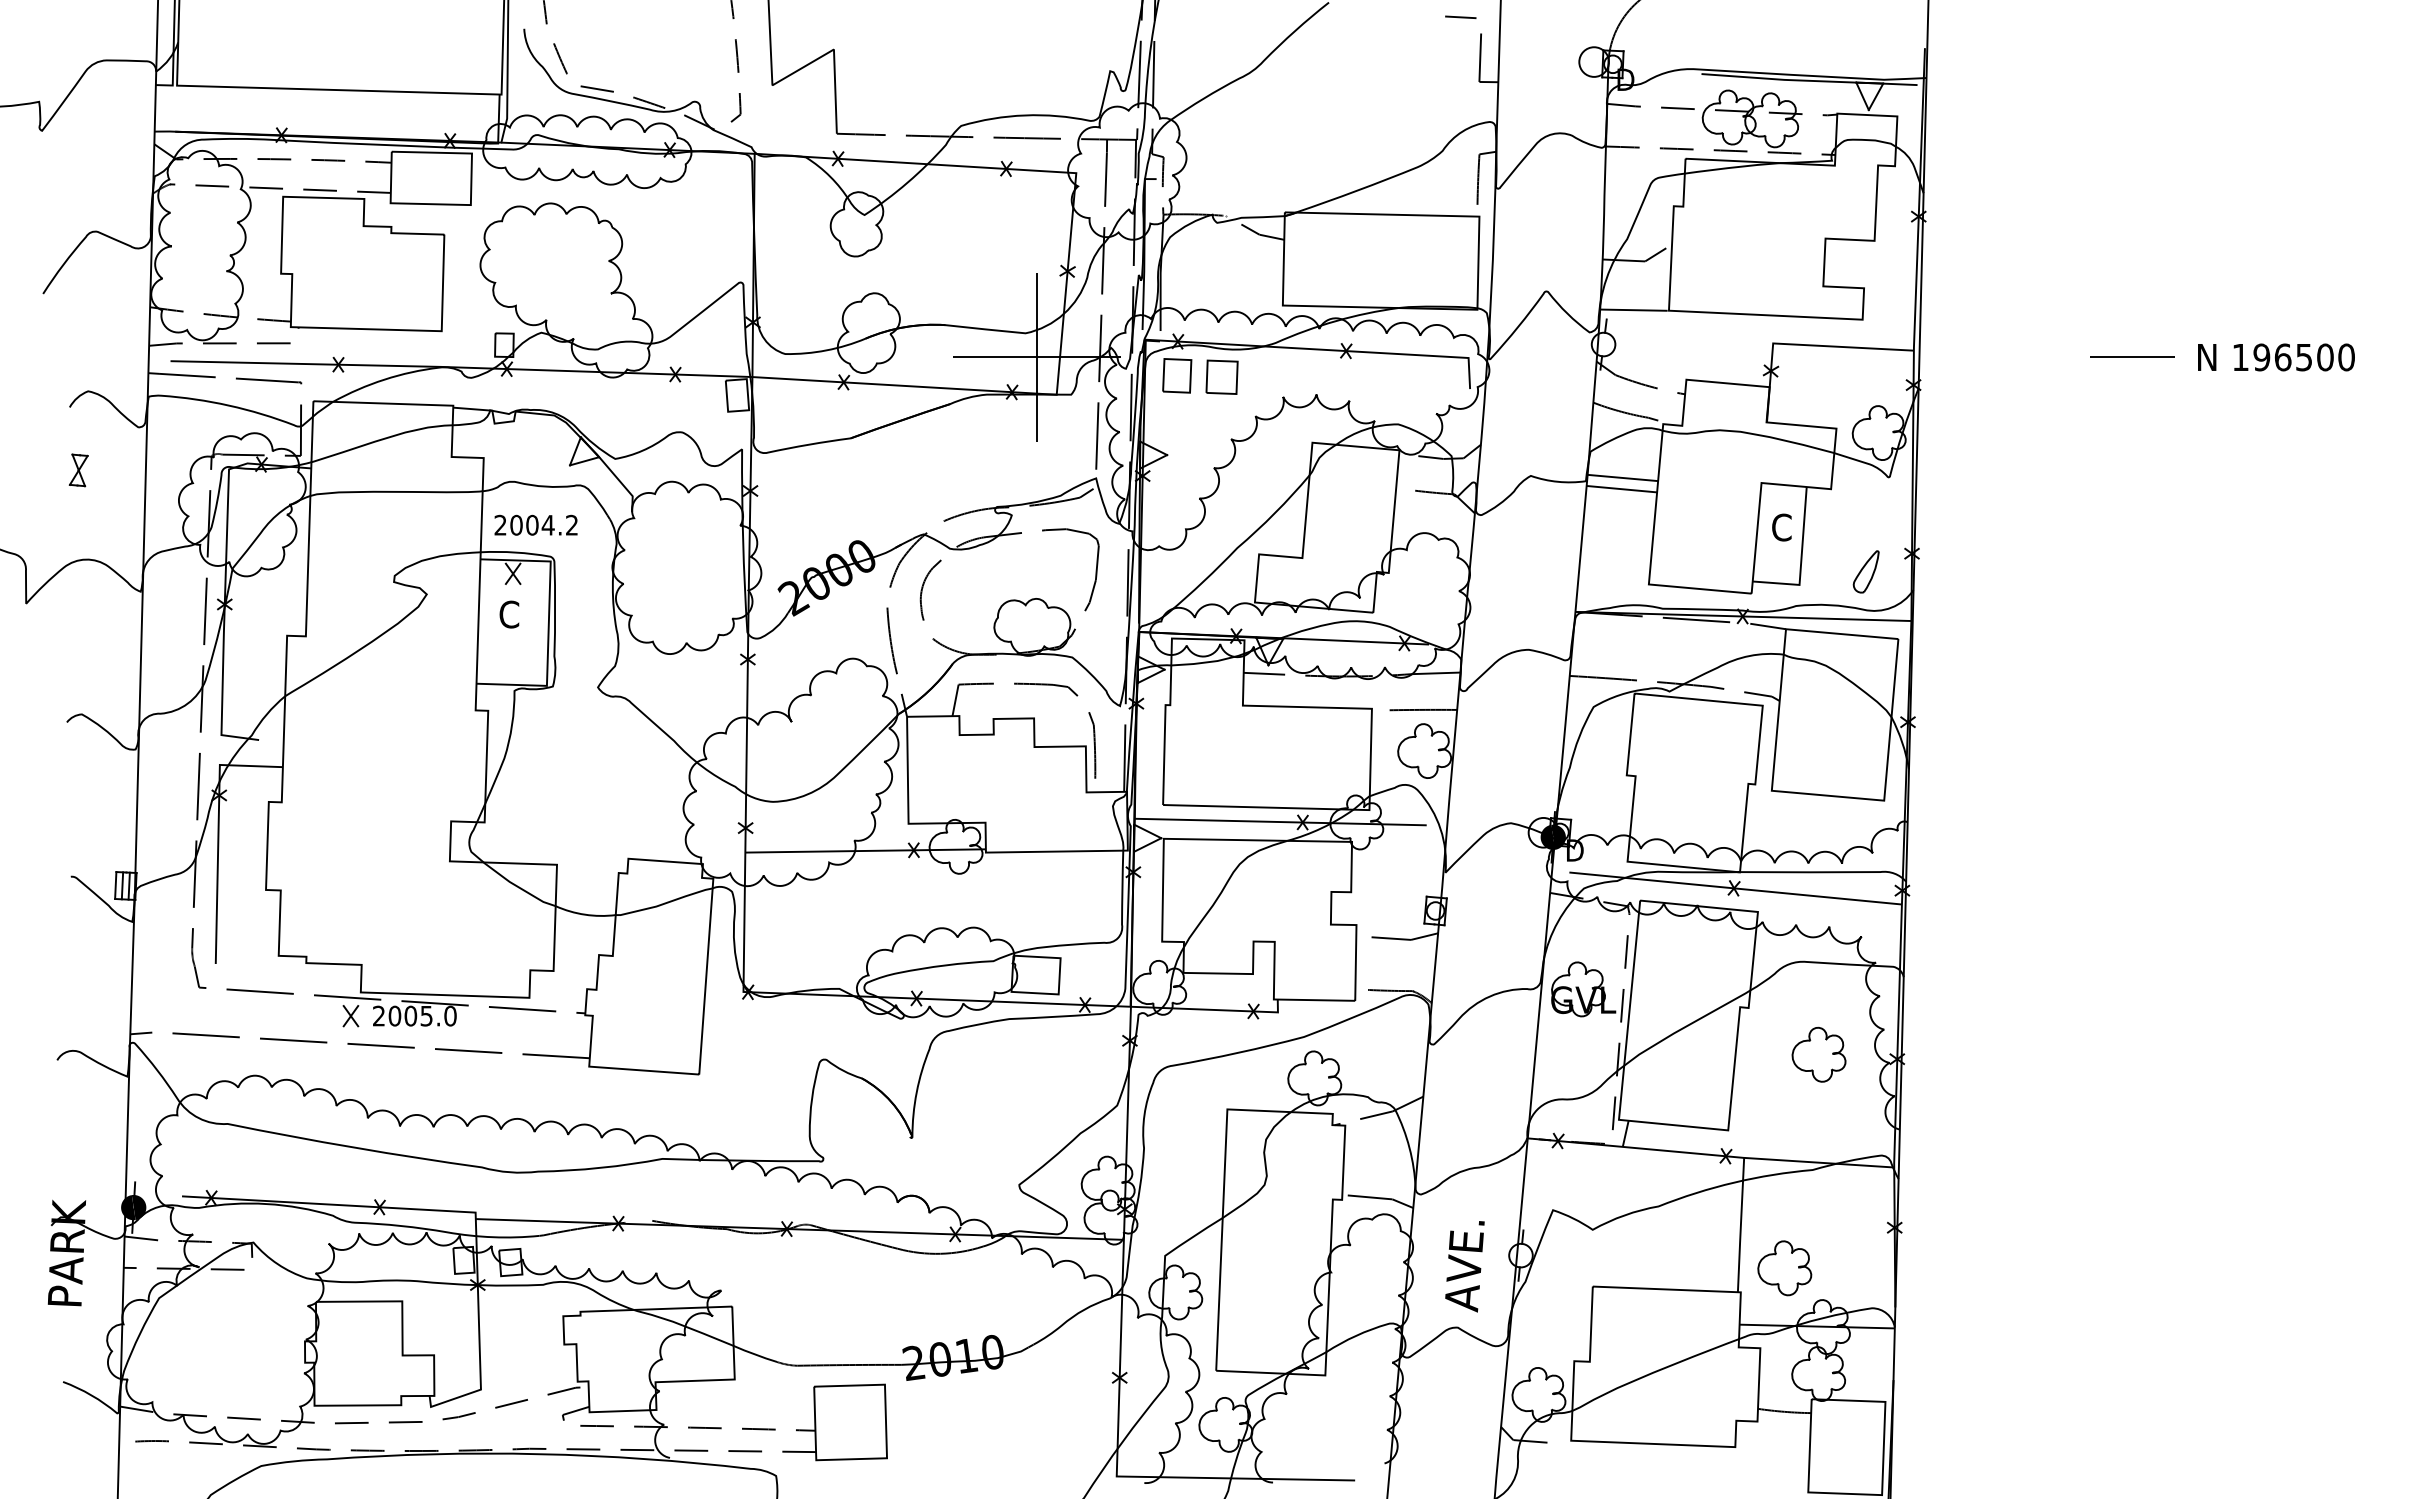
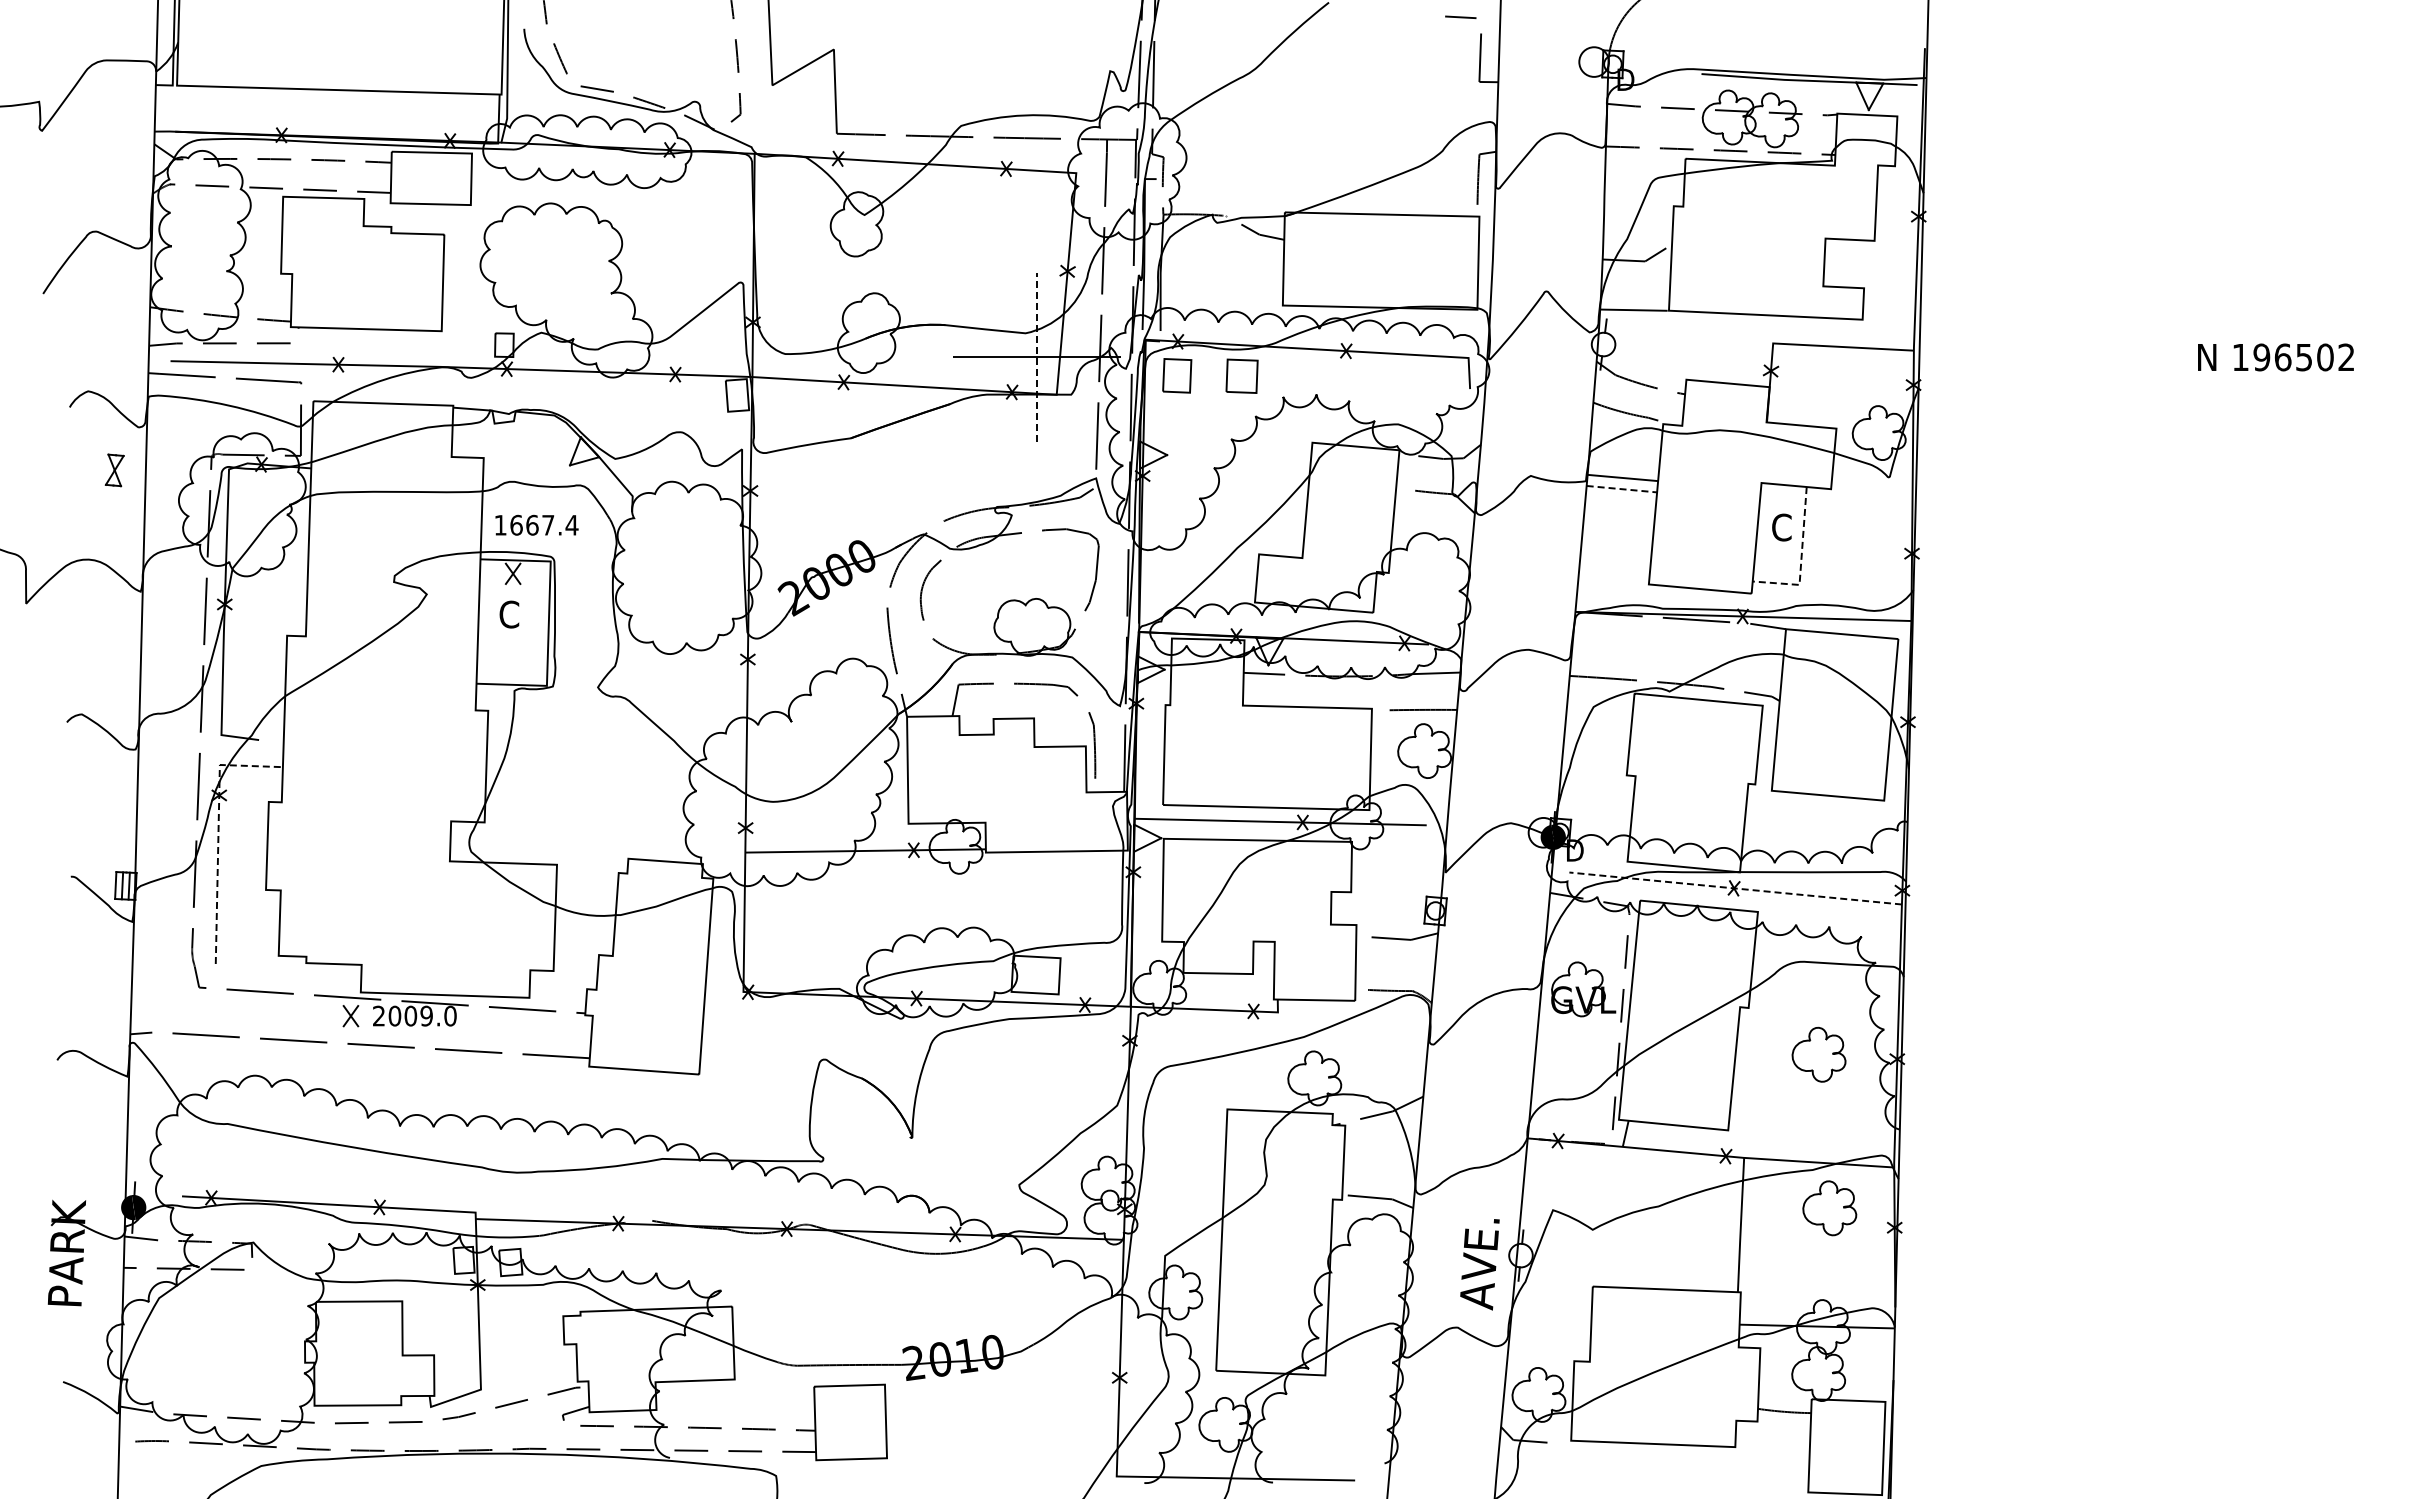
line at (1036, 356): solid -> dashed
line at (2132, 356): present -> none
text at (2346, 357): 196500 -> 196502
part at (1221, 376) position: (1221, 376) -> (1241, 375)
part at (78, 470) position: (78, 470) -> (114, 470)
line at (1622, 489): solid -> dashed
text at (536, 524): 2004.2 -> 1667.4
line at (1801, 560): solid -> dashed
part at (1865, 571): present -> none
line at (218, 831): solid -> dashed
line at (1735, 888): solid -> dashed
text at (426, 1015): 2005.0 -> 2009.0
text at (1464, 1266) position: (1464, 1266) -> (1479, 1264)
part at (1784, 1268) position: (1784, 1268) -> (1829, 1208)
